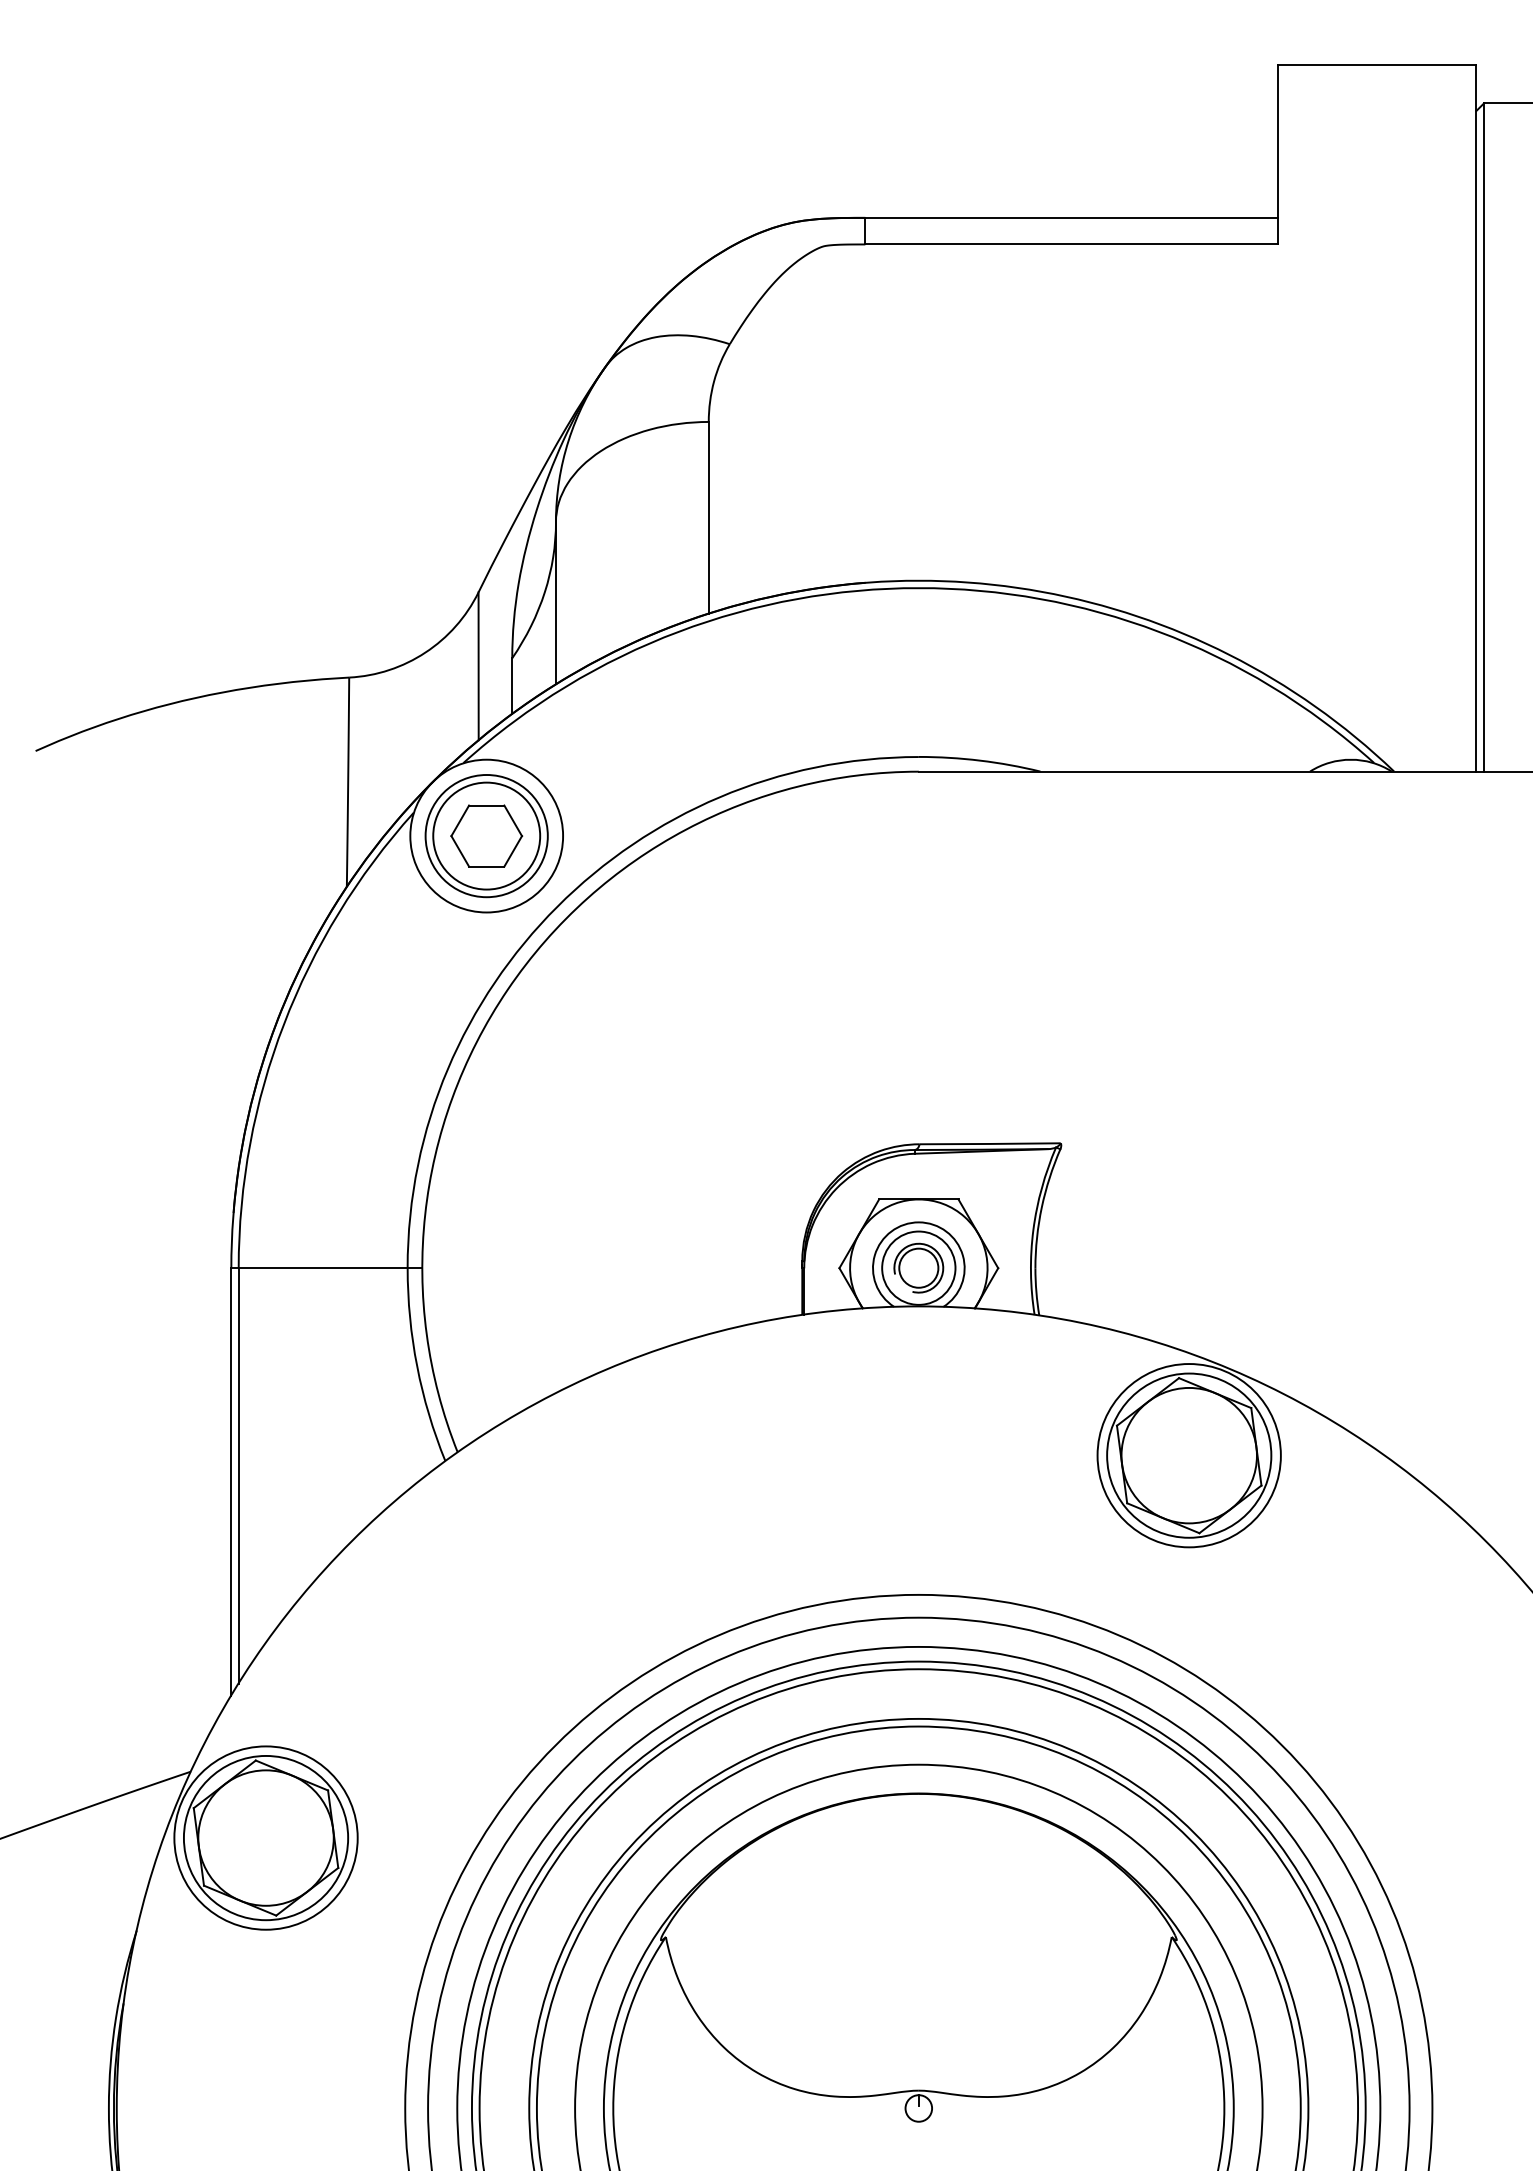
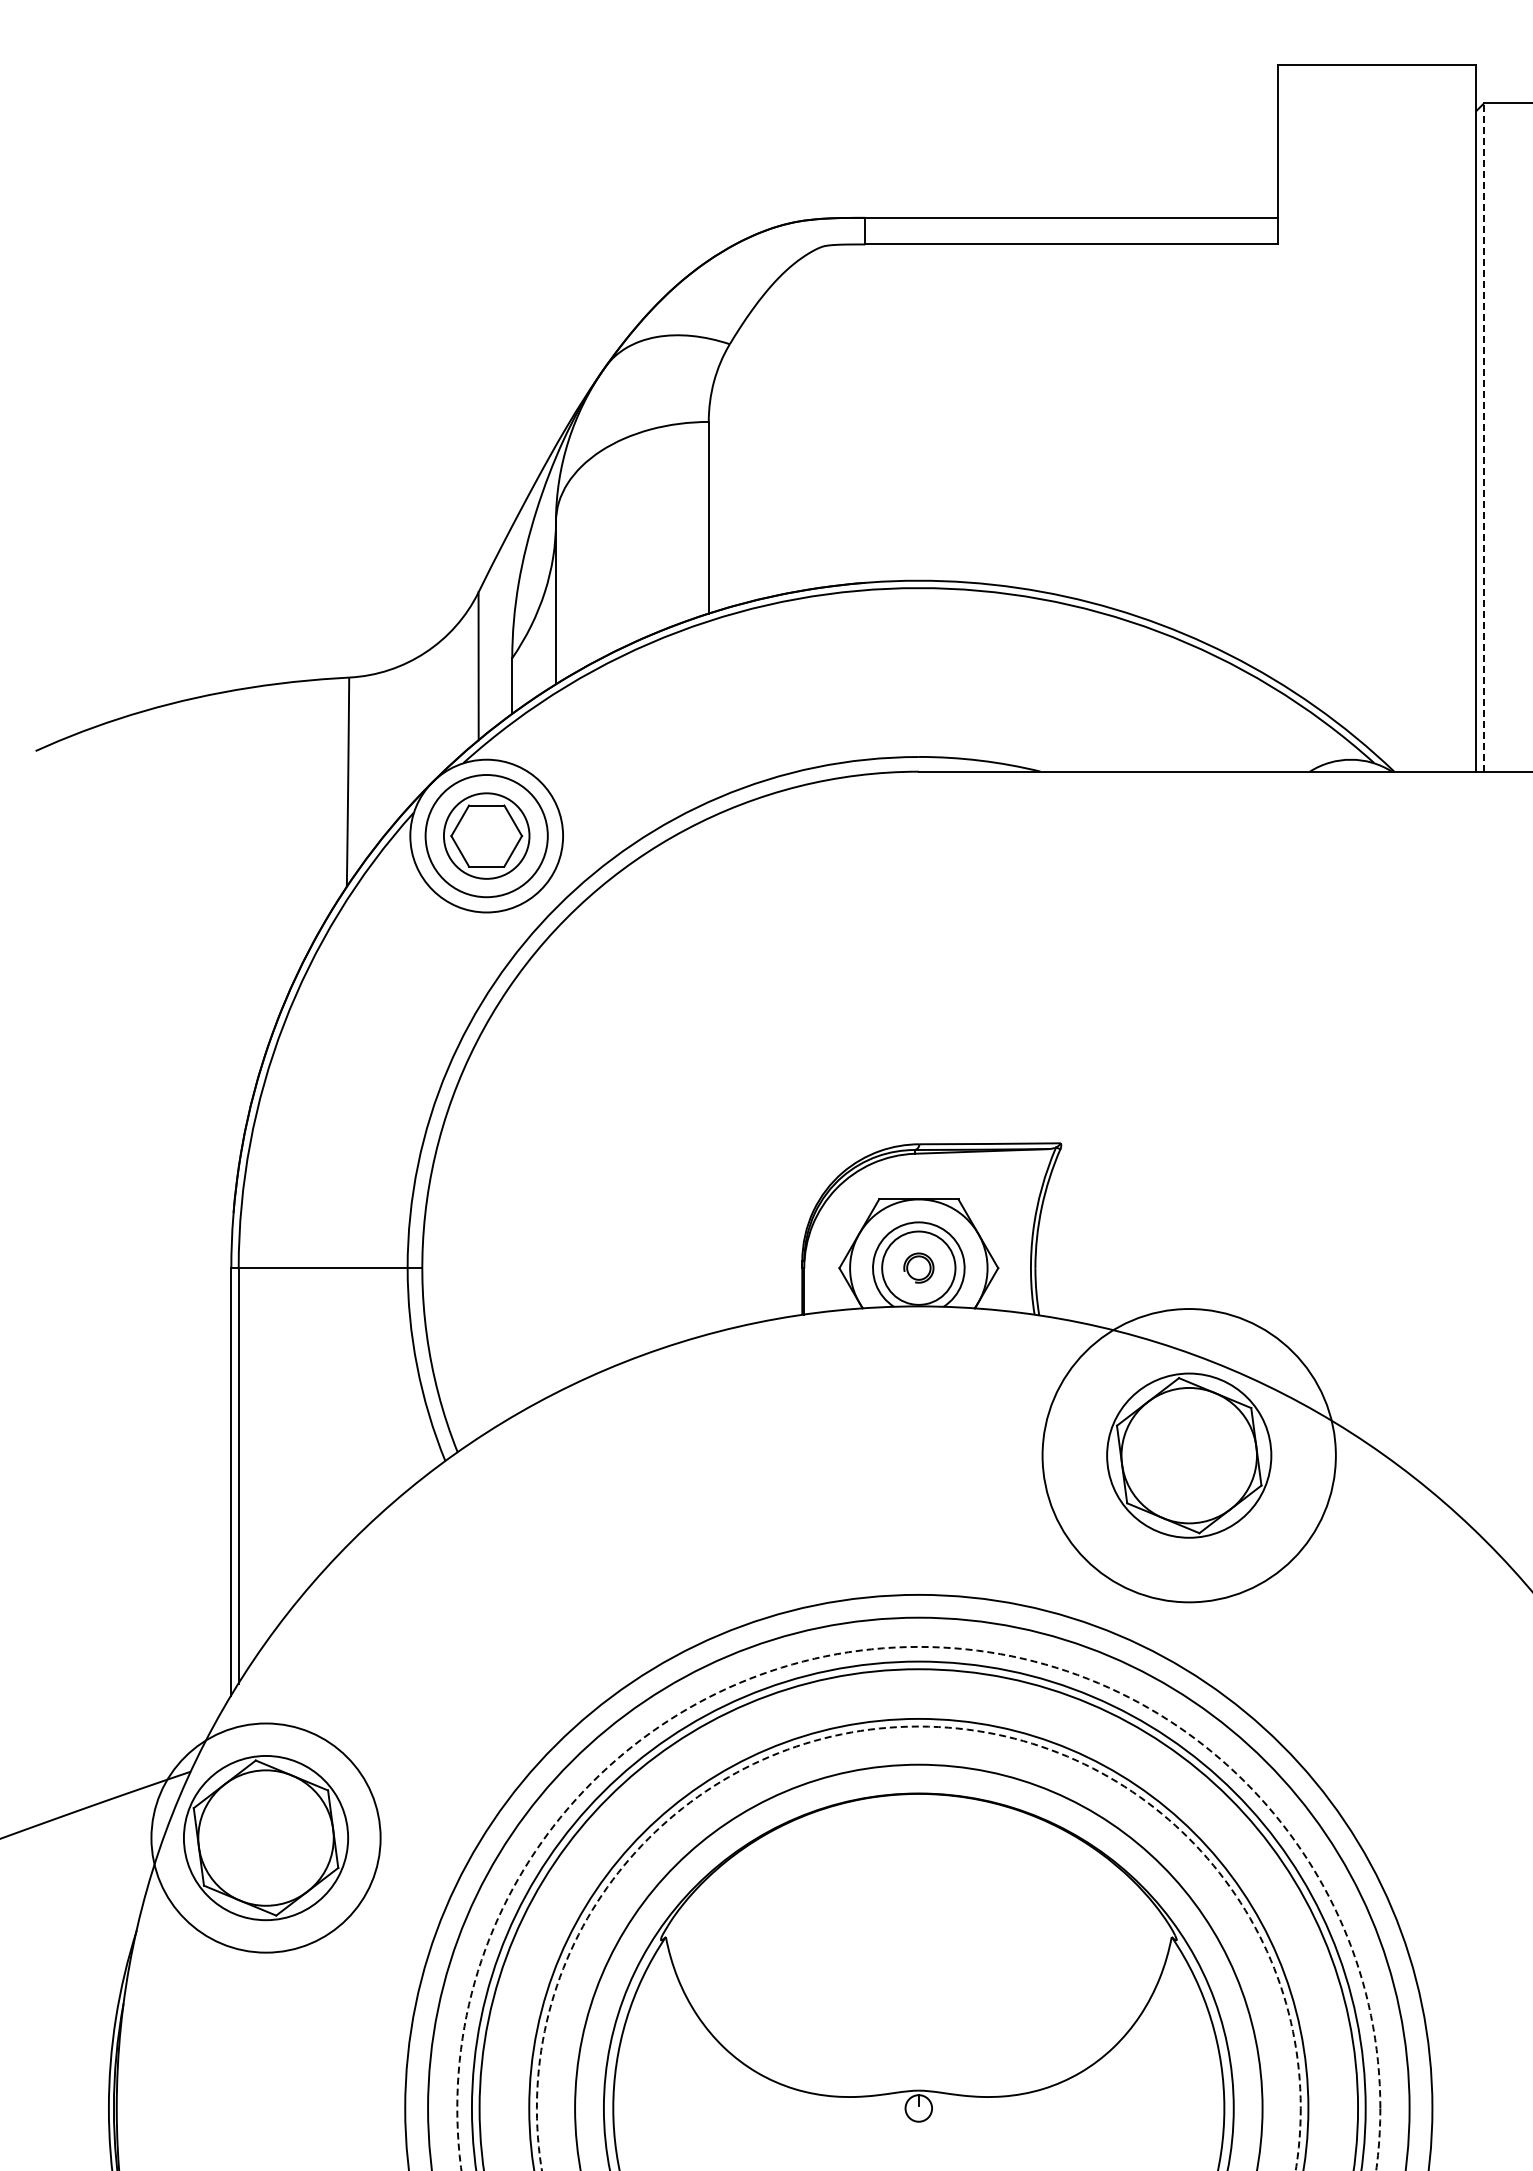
line at (1484, 437): solid -> dashed
circle at (486, 835) diameter: 107 px -> 86 px
part at (918, 1267) size: 52x52 px -> 32x32 px
circle at (1188, 1455) diameter: 183 px -> 293 px
circle at (265, 1837) diameter: 183 px -> 229 px
circle at (918, 1908): solid -> dashed
circle at (918, 1948): solid -> dashed
